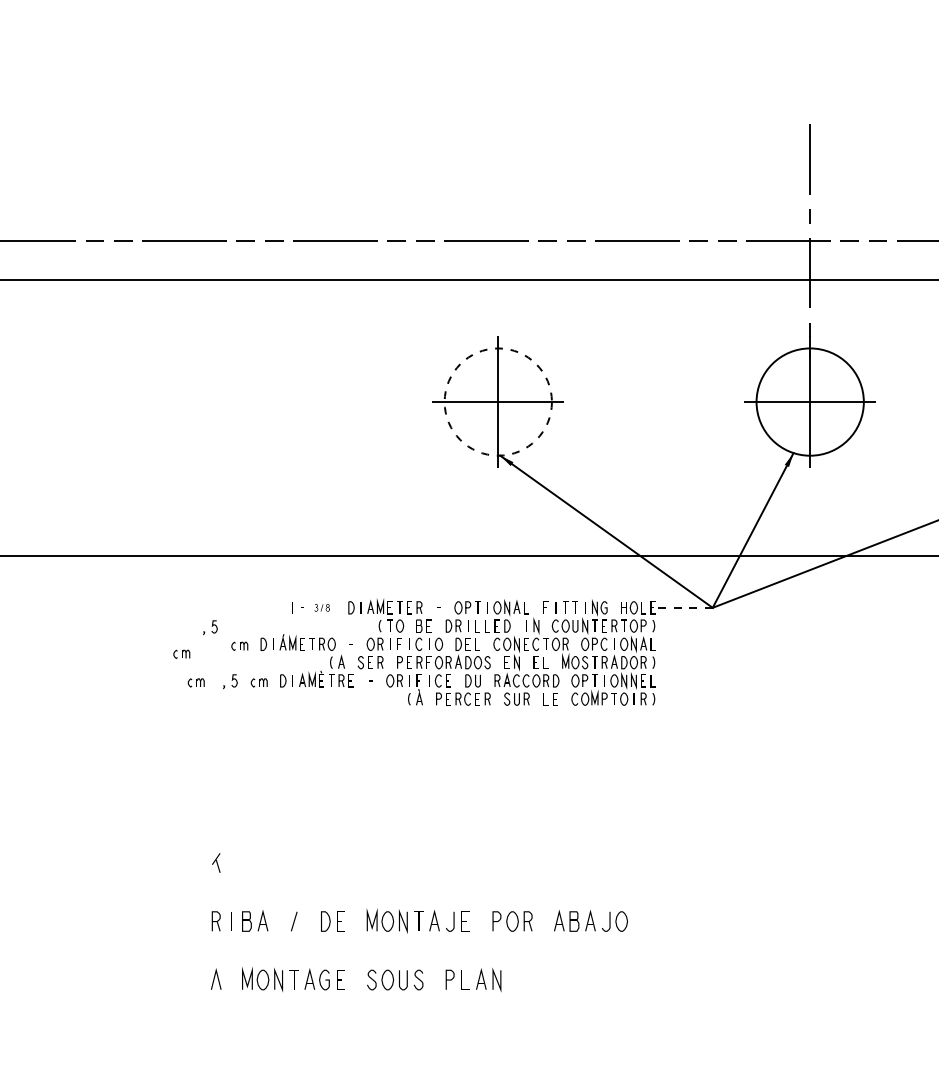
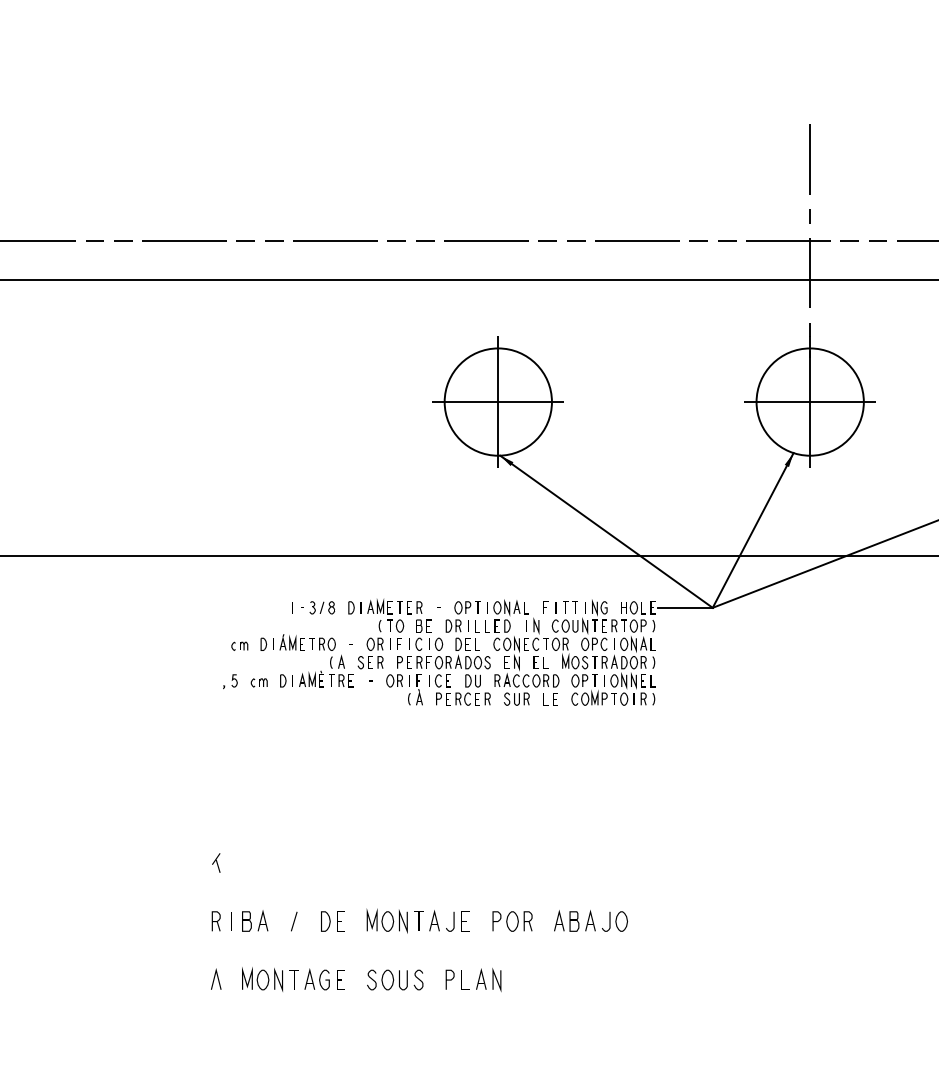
circle at (497, 401): dashed -> solid
part at (321, 607) size: 16x8 px -> 26x14 px
line at (685, 607): dashed -> solid
part at (210, 627): present -> none
part at (181, 653): present -> none
part at (195, 682): present -> none
